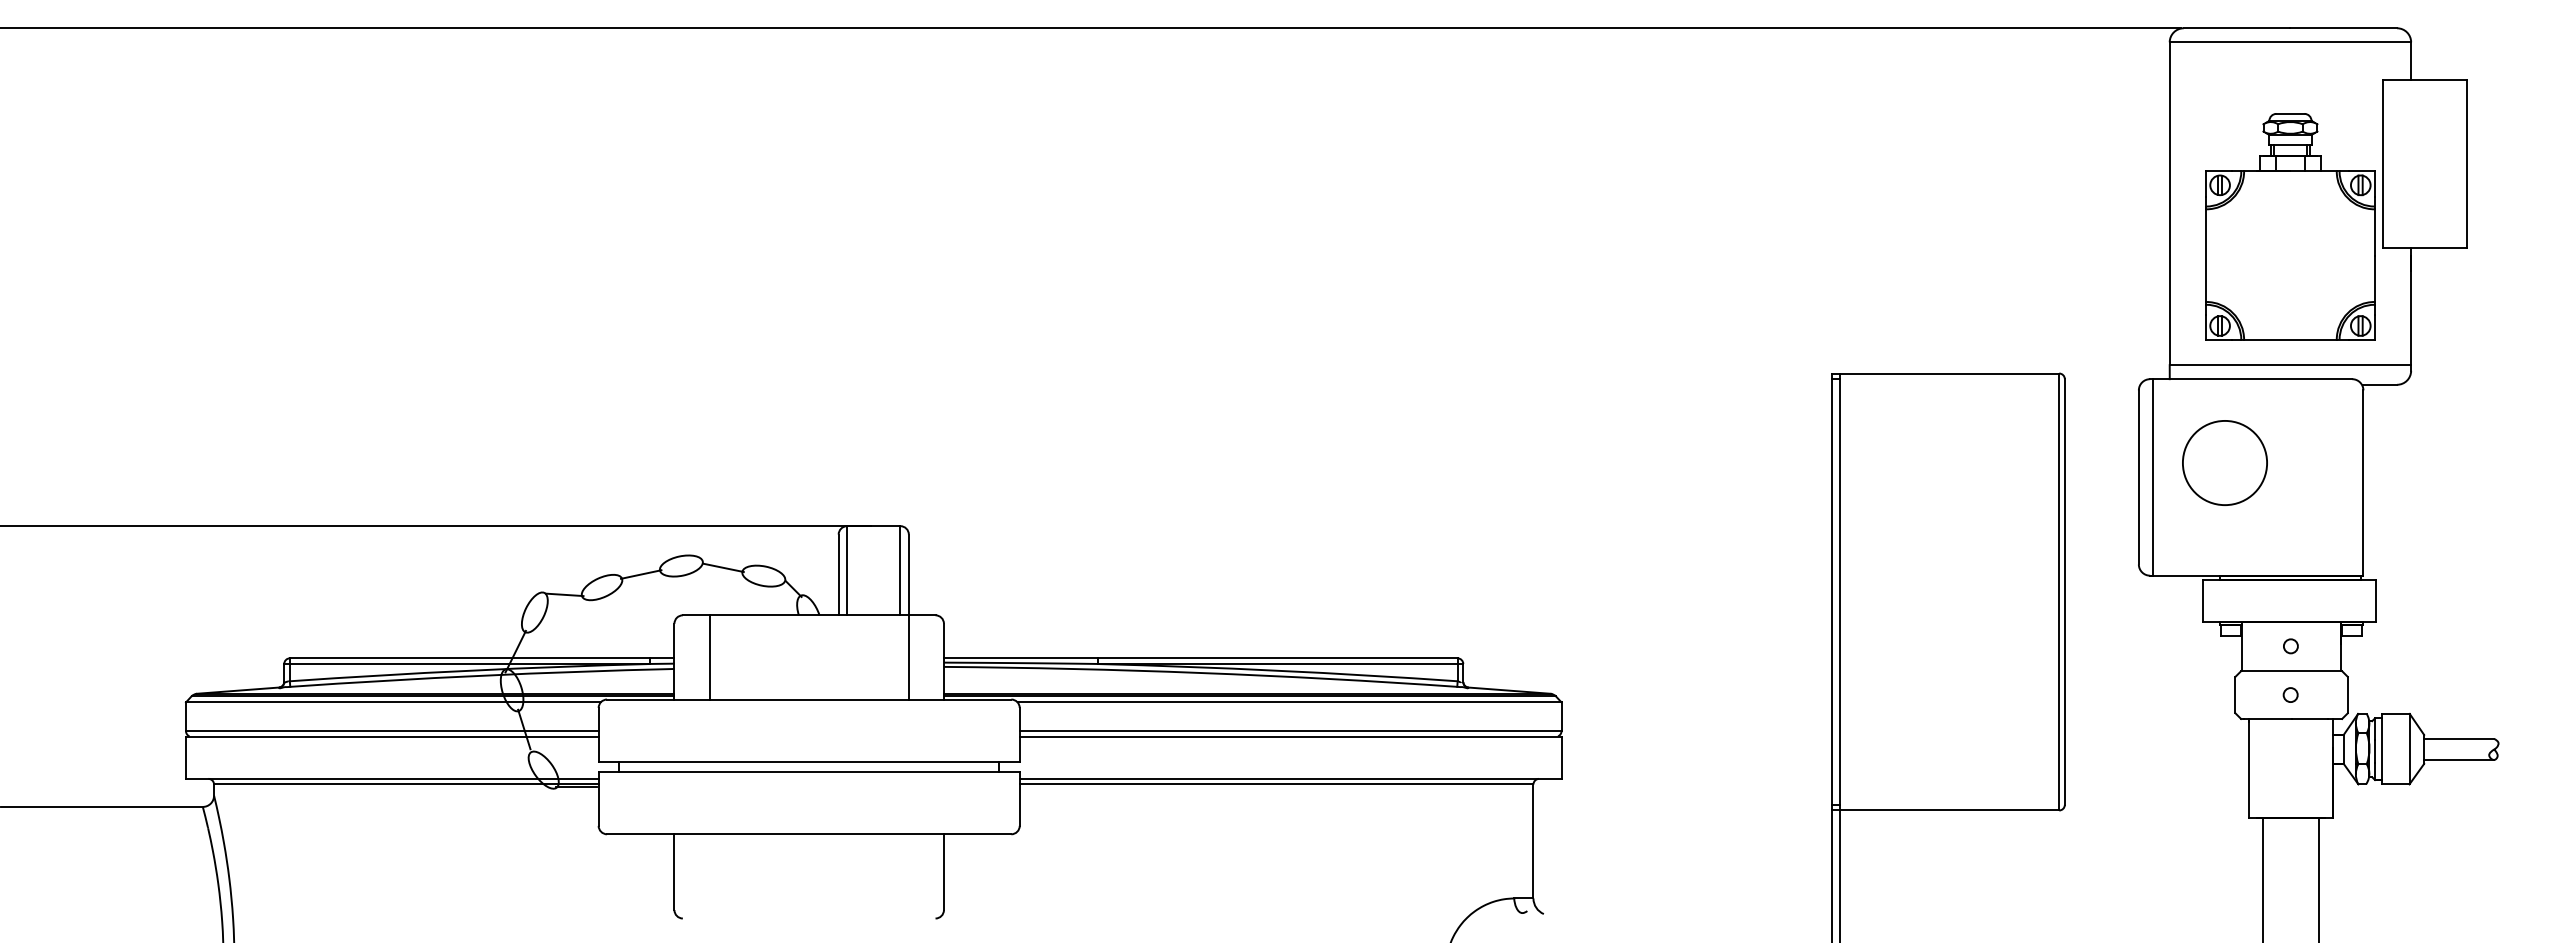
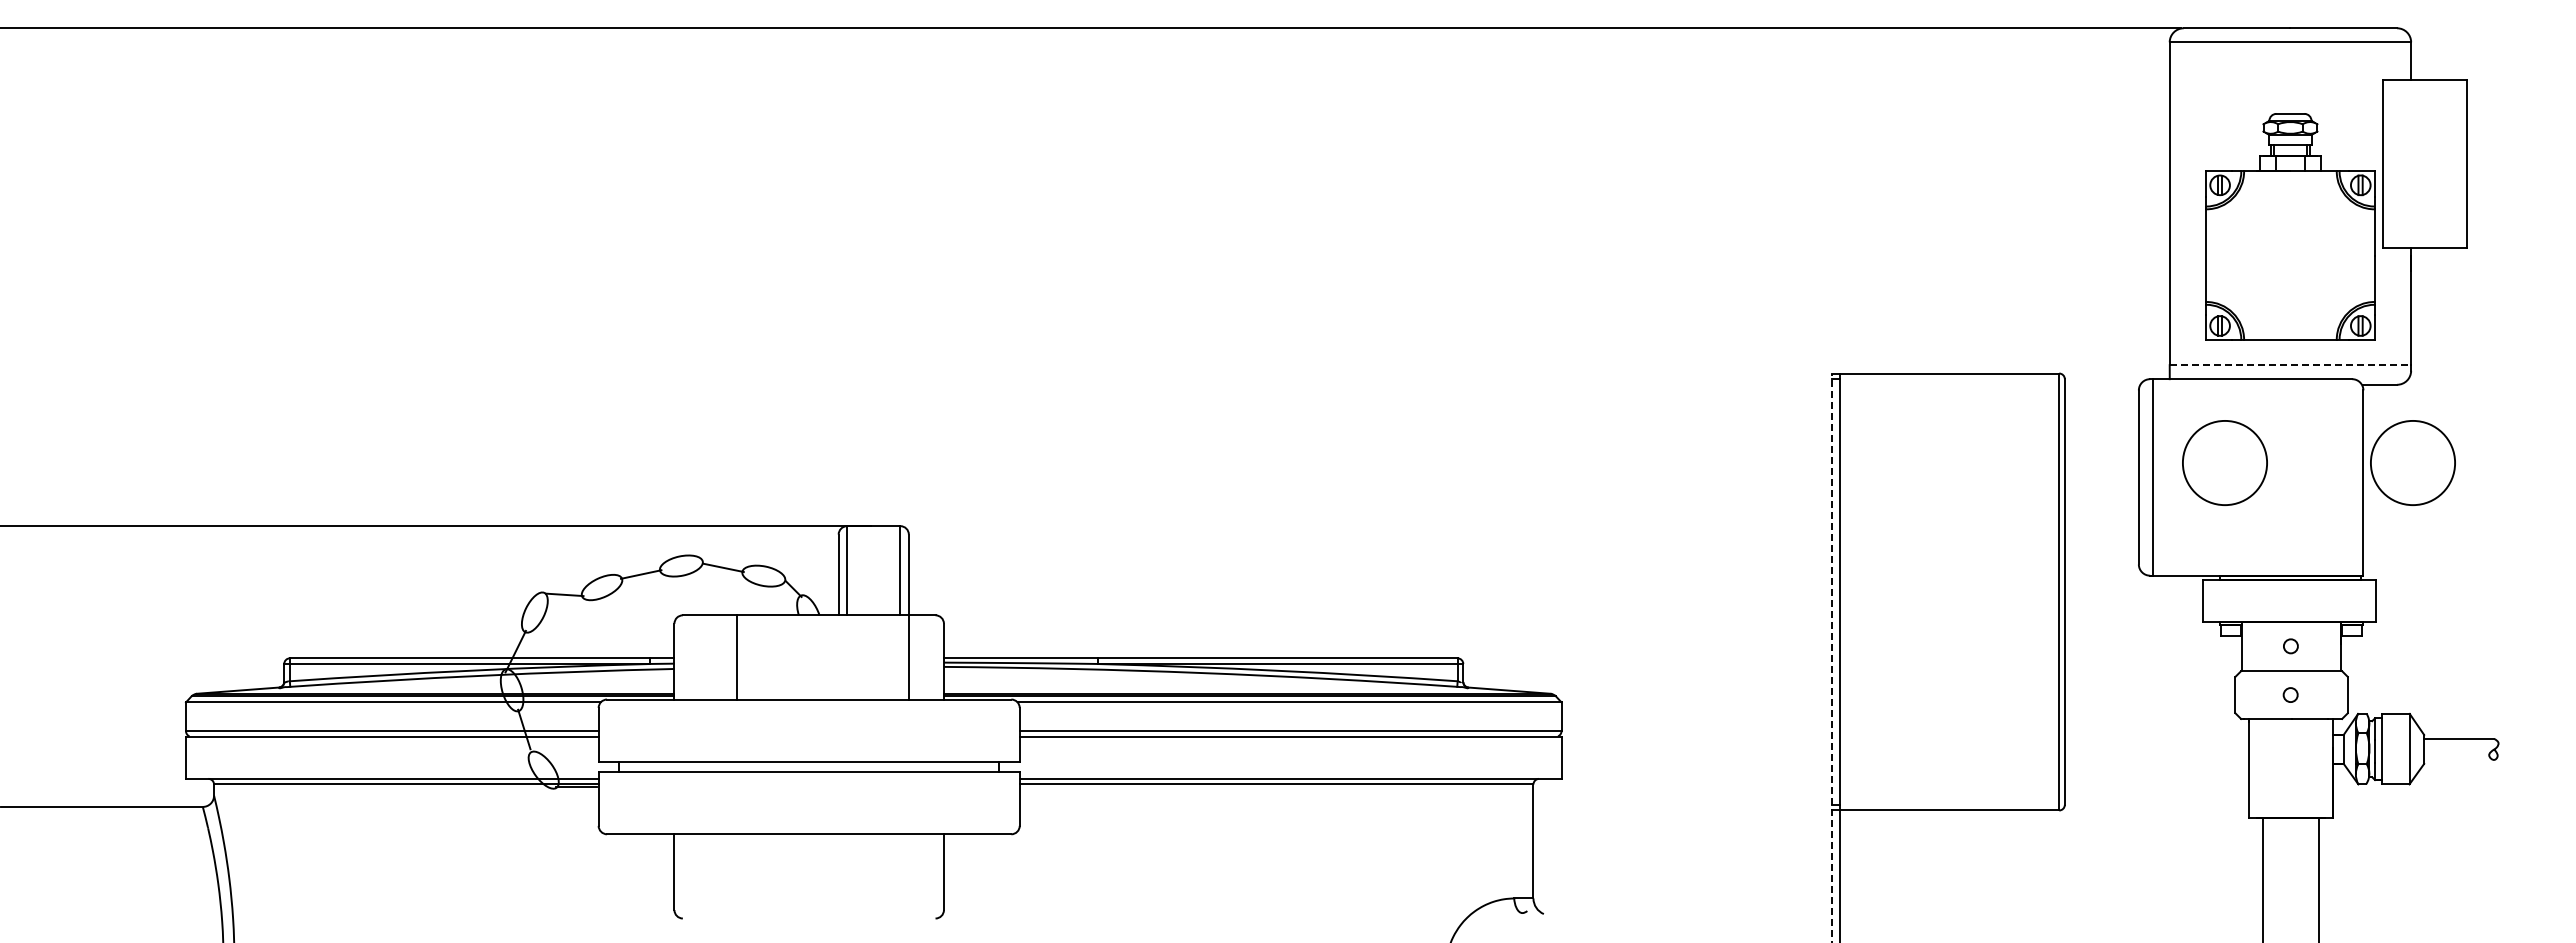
line at (2290, 365): solid -> dashed
circle at (2412, 462): none -> present
line at (709, 657) position: (709, 657) -> (736, 657)
line at (1831, 657): solid -> dashed
line at (2459, 759): present -> none
